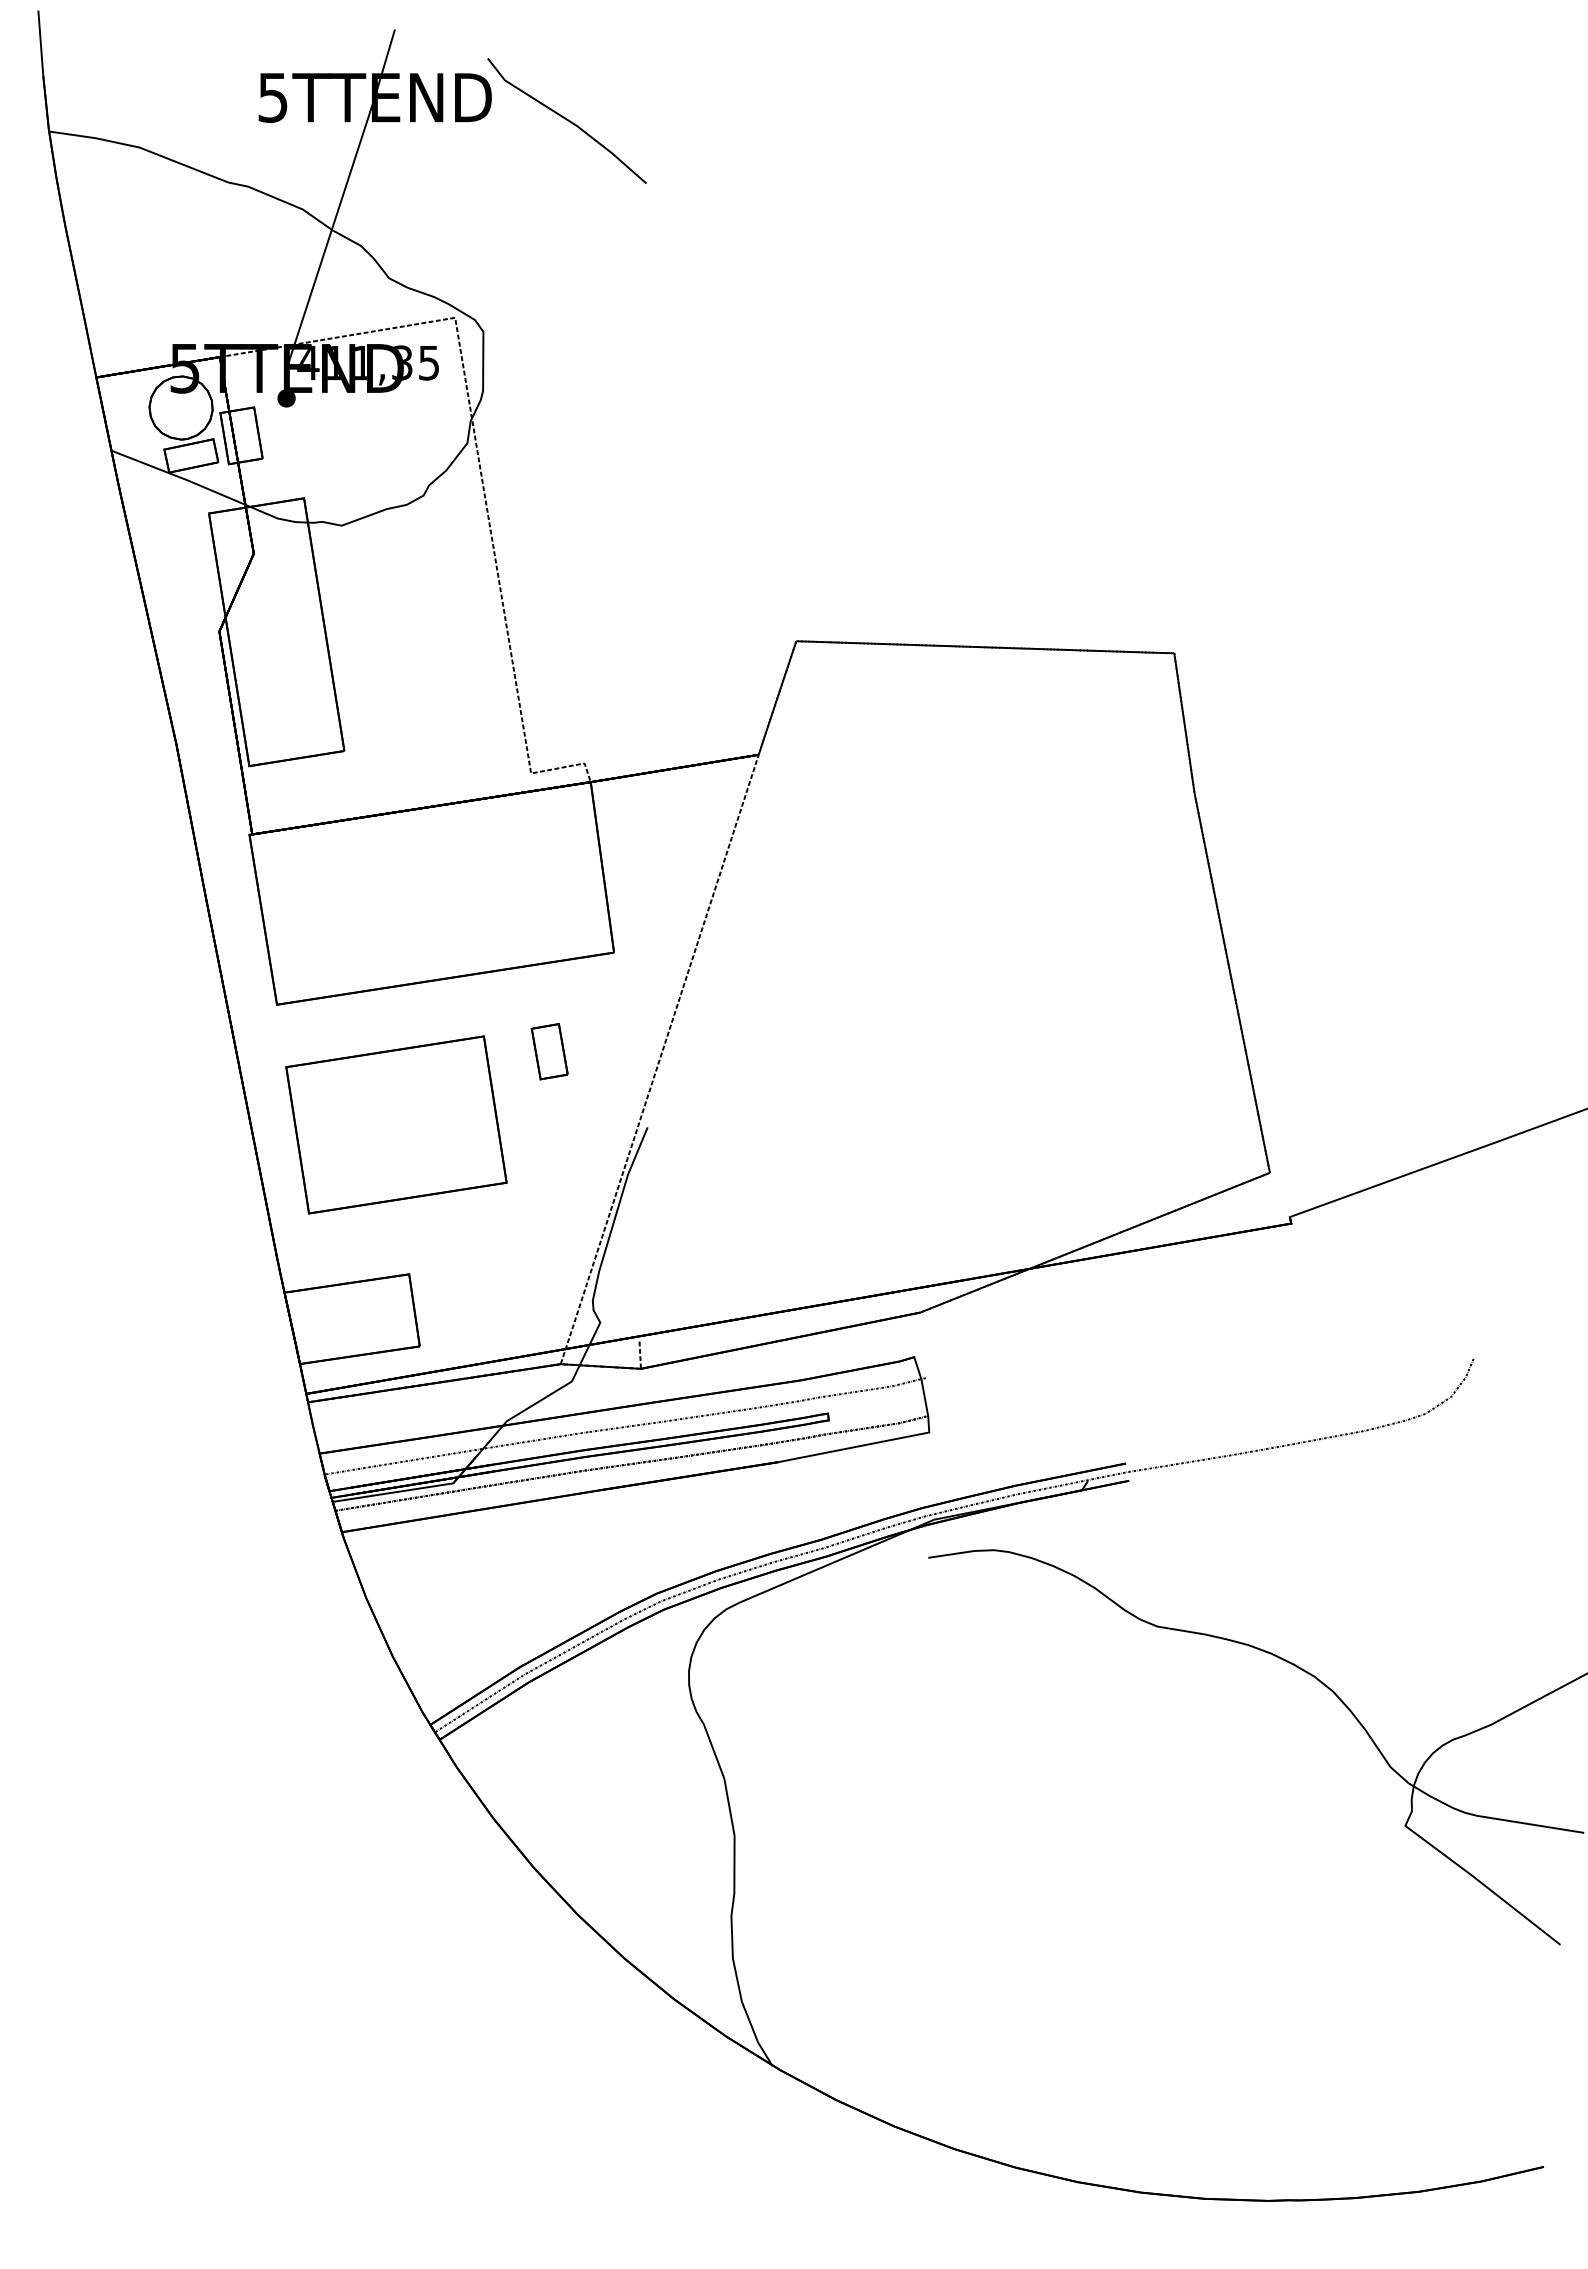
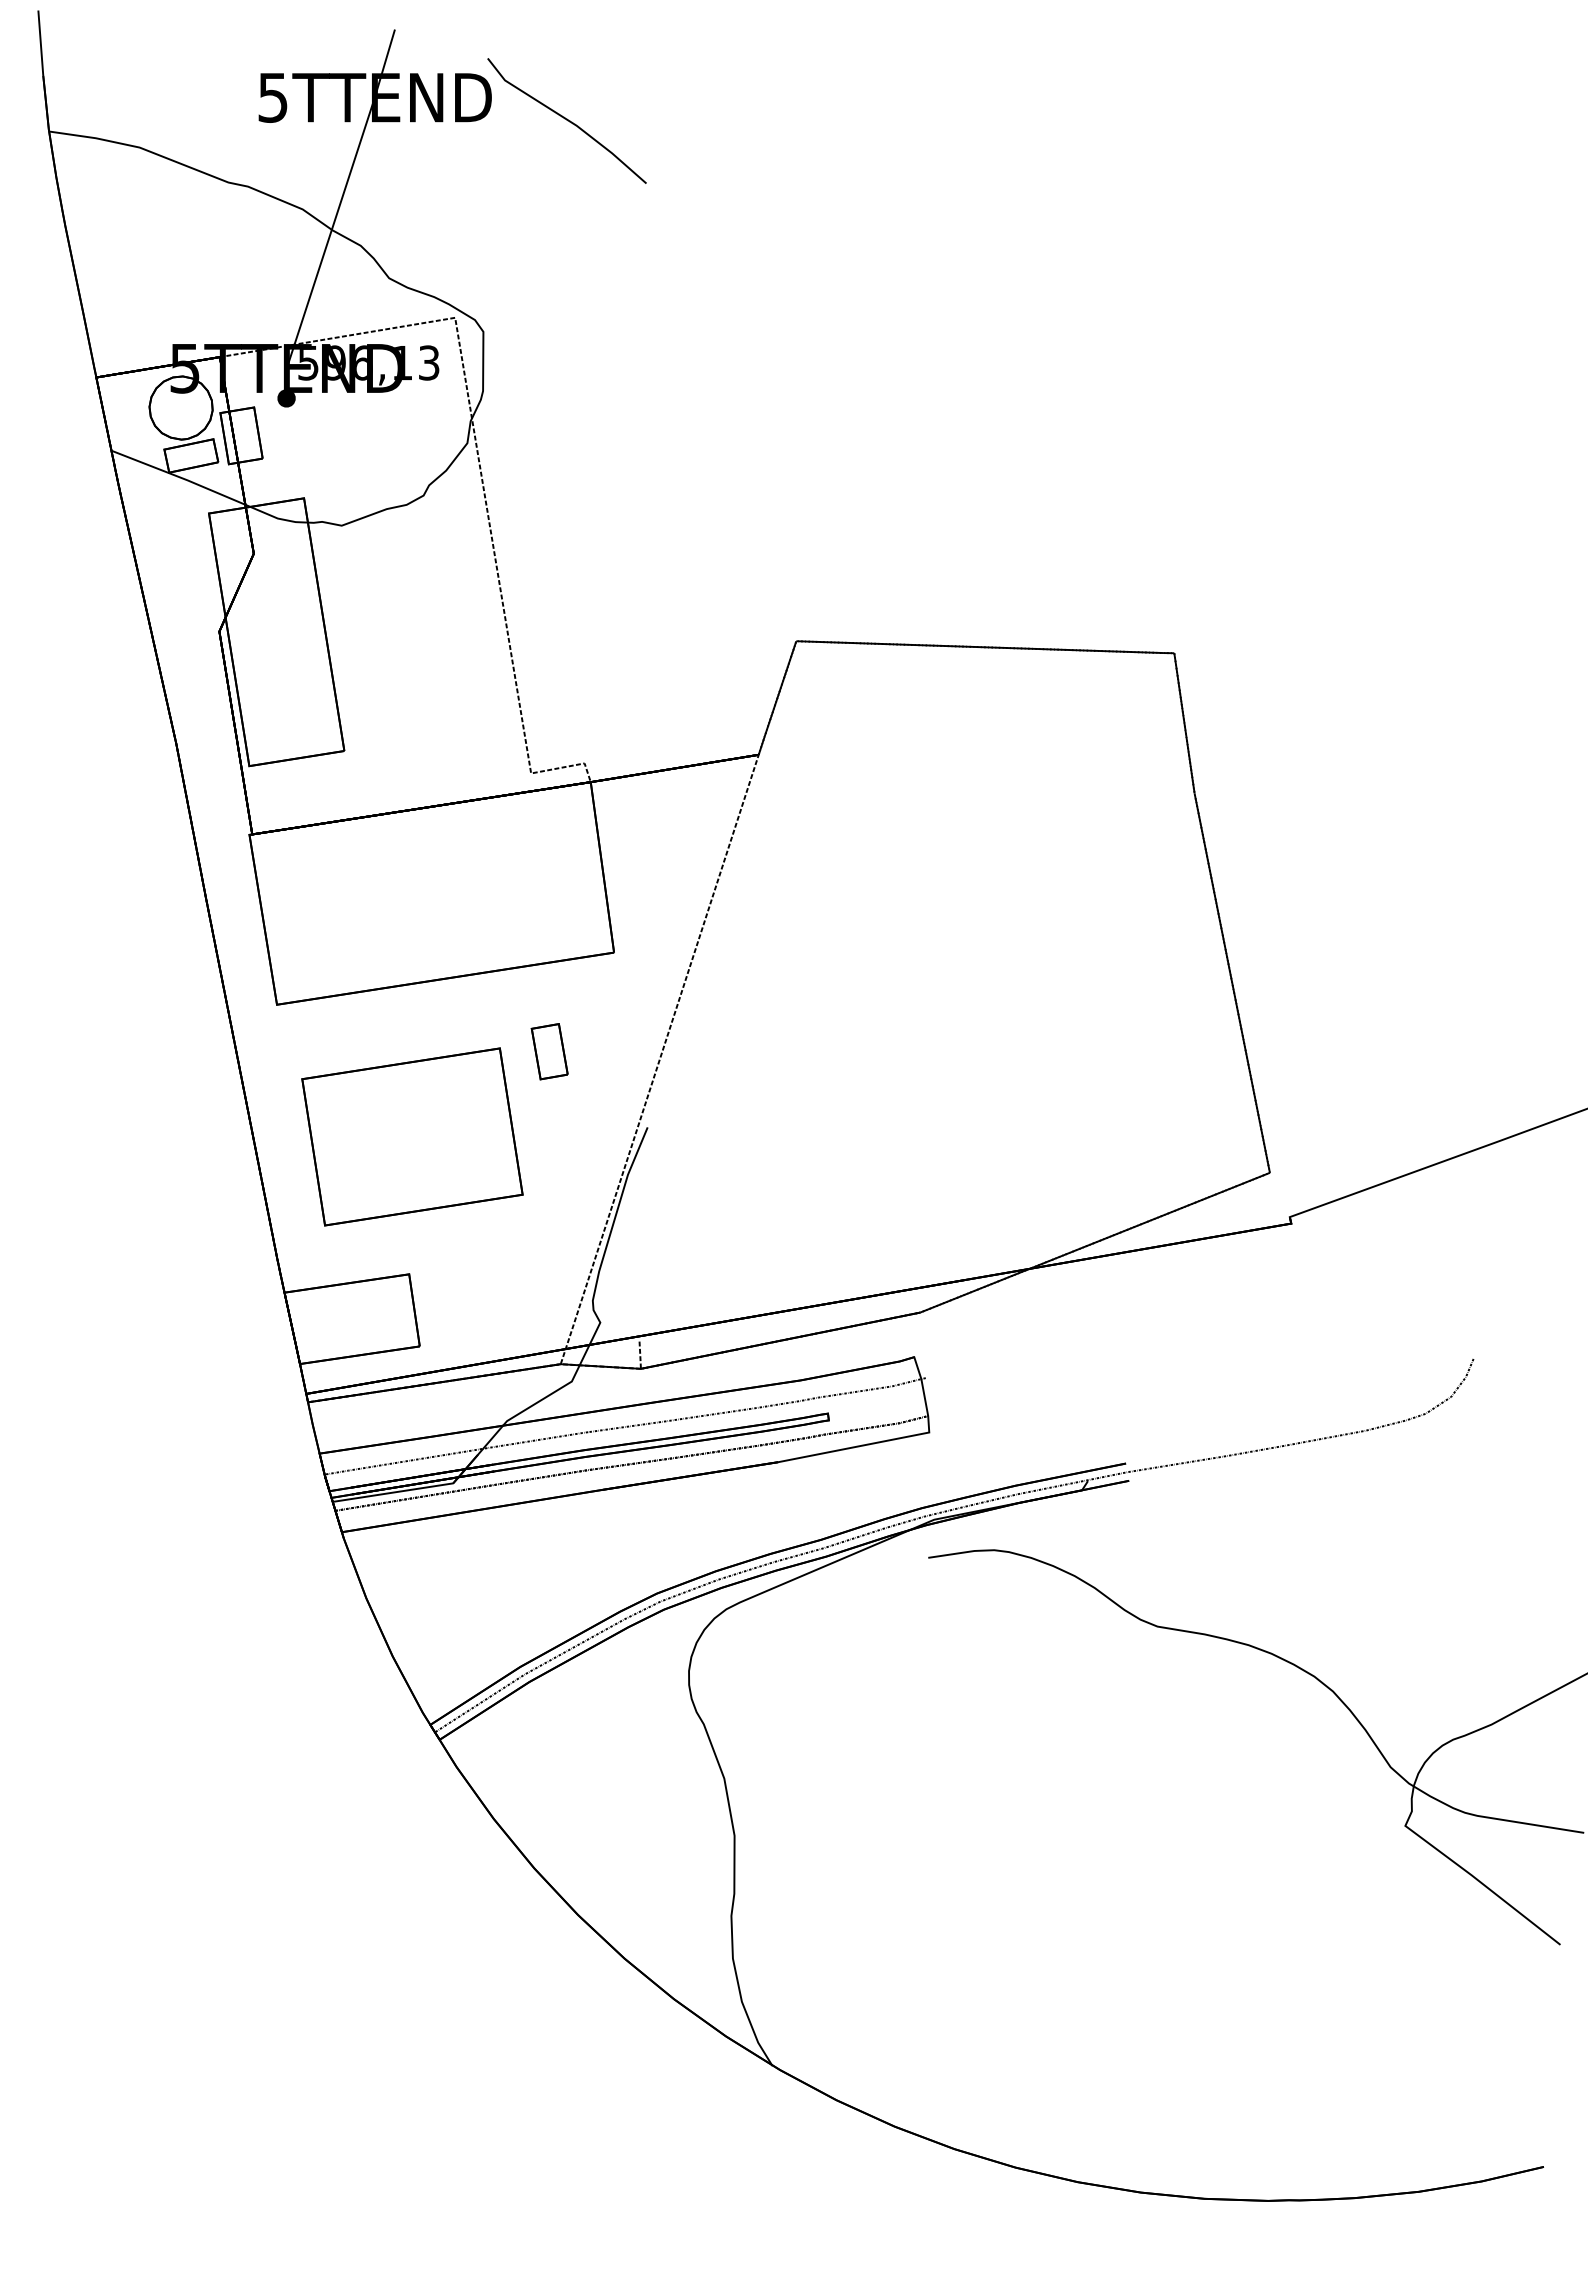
text at (368, 362): 411,35 -> 596,13
part at (396, 1124) position: (396, 1124) -> (412, 1136)
